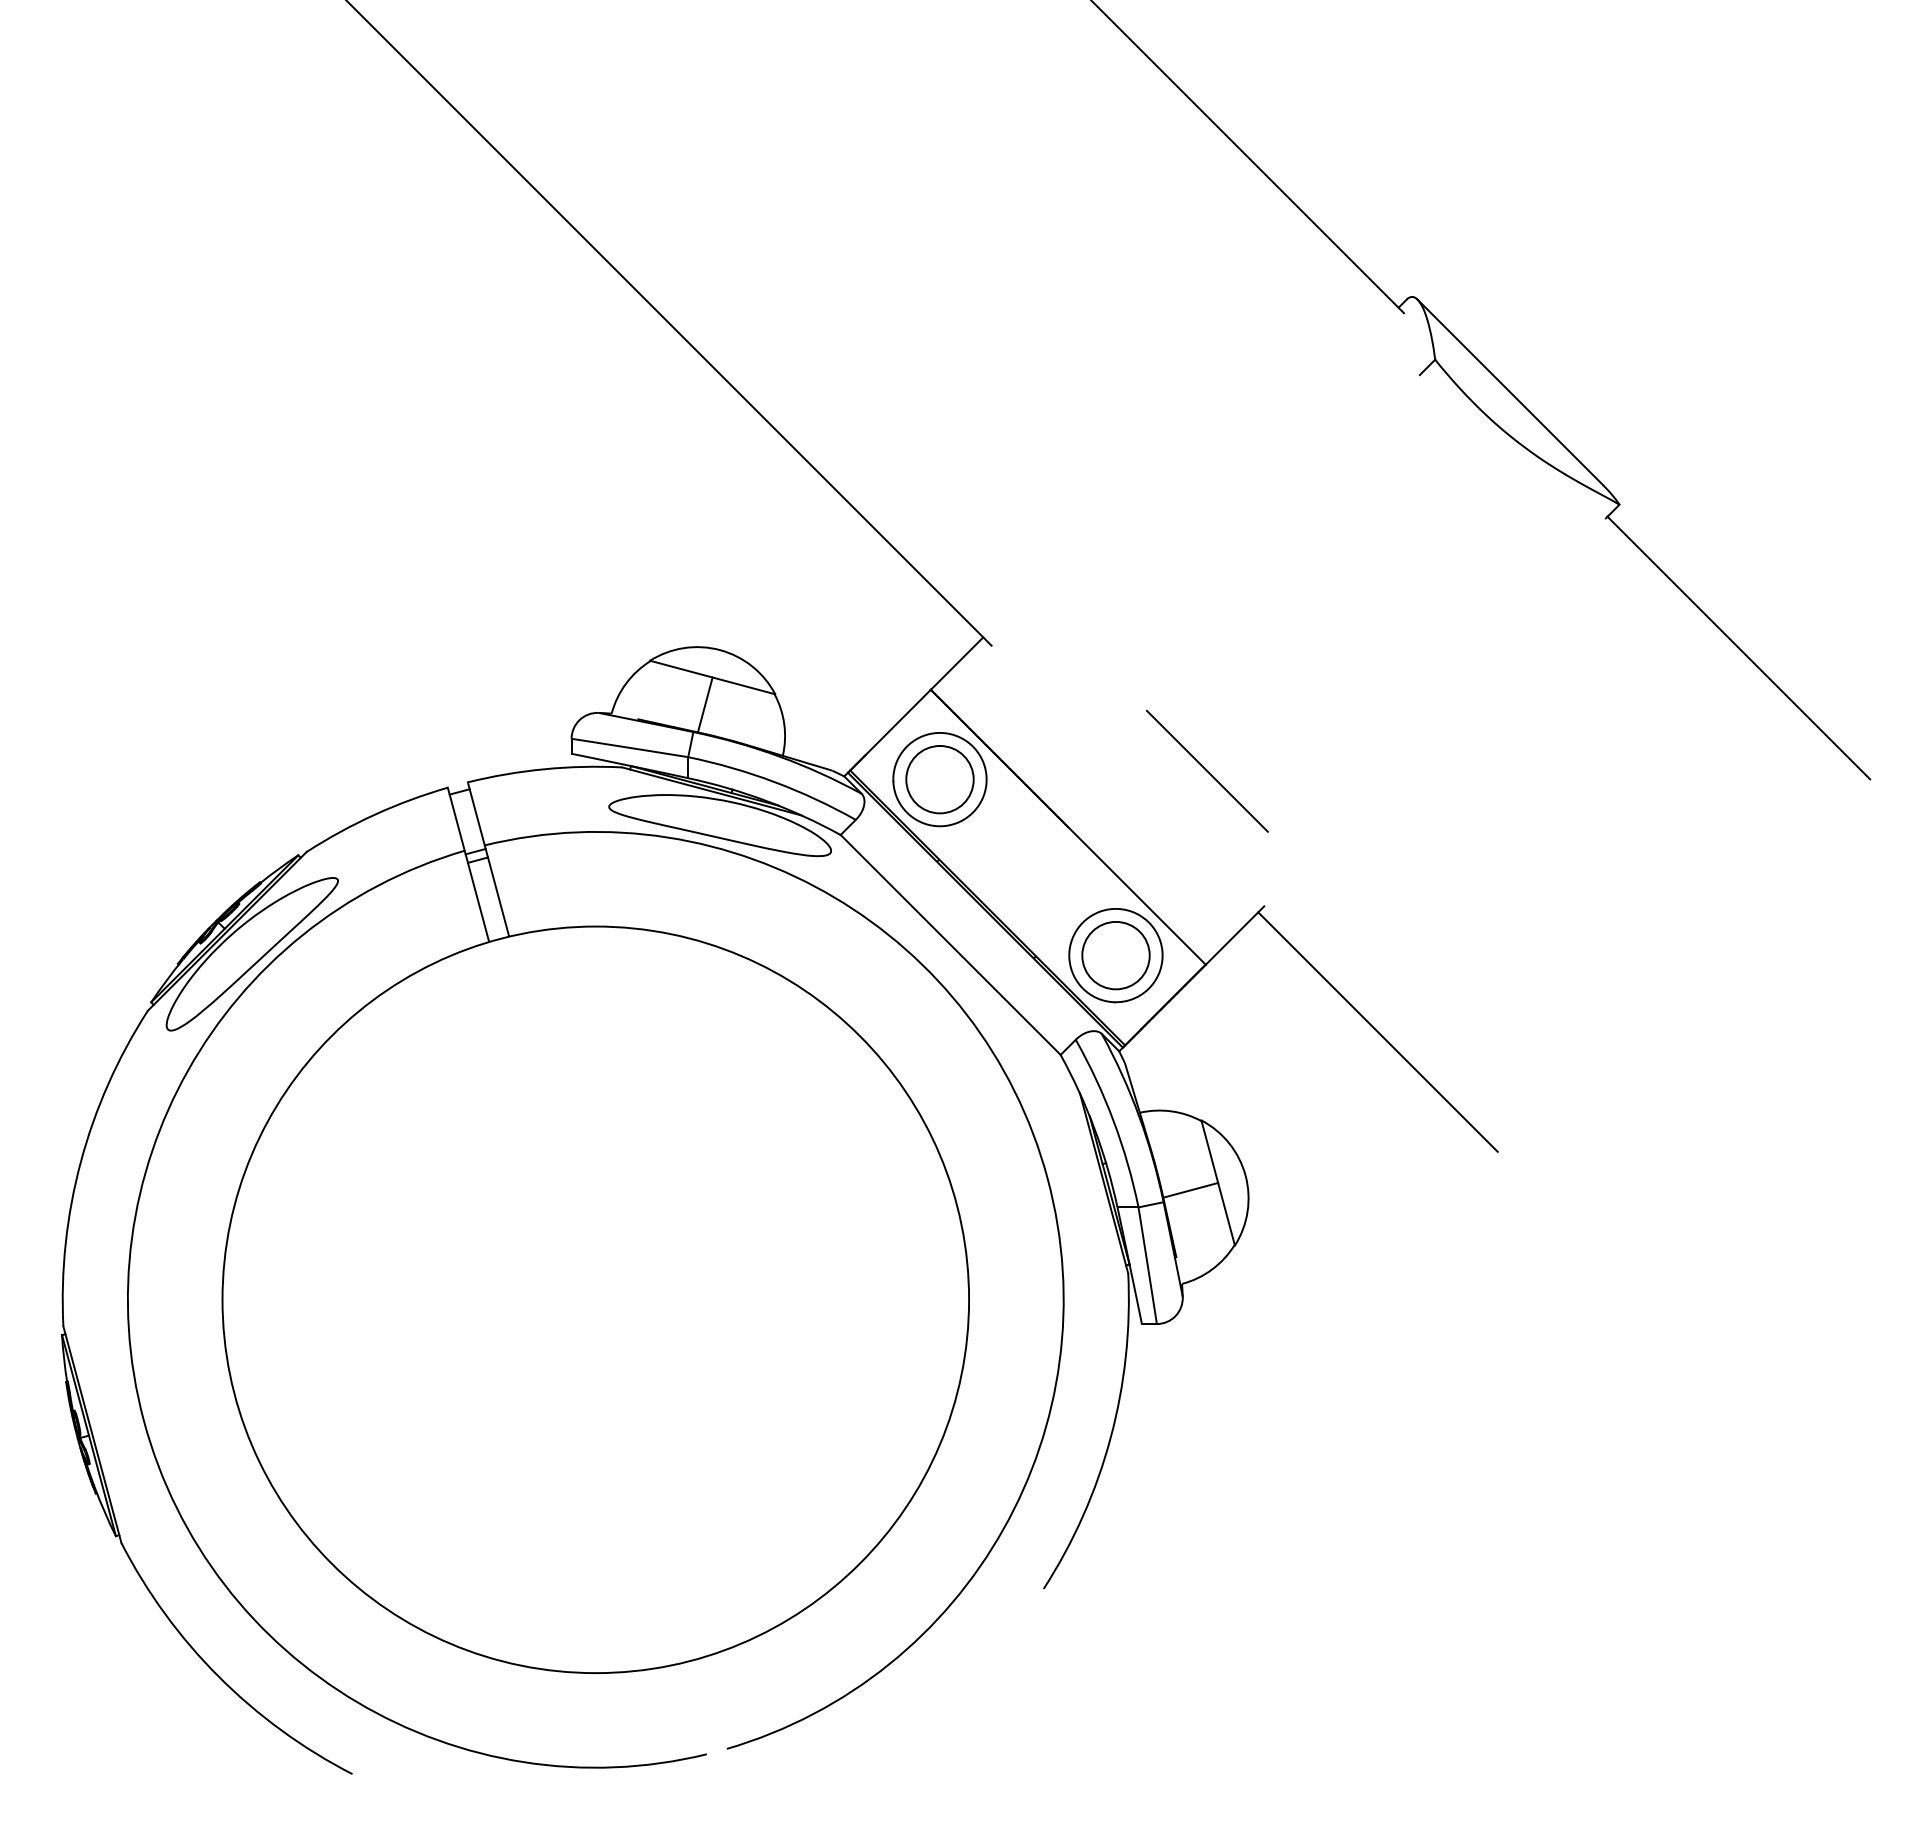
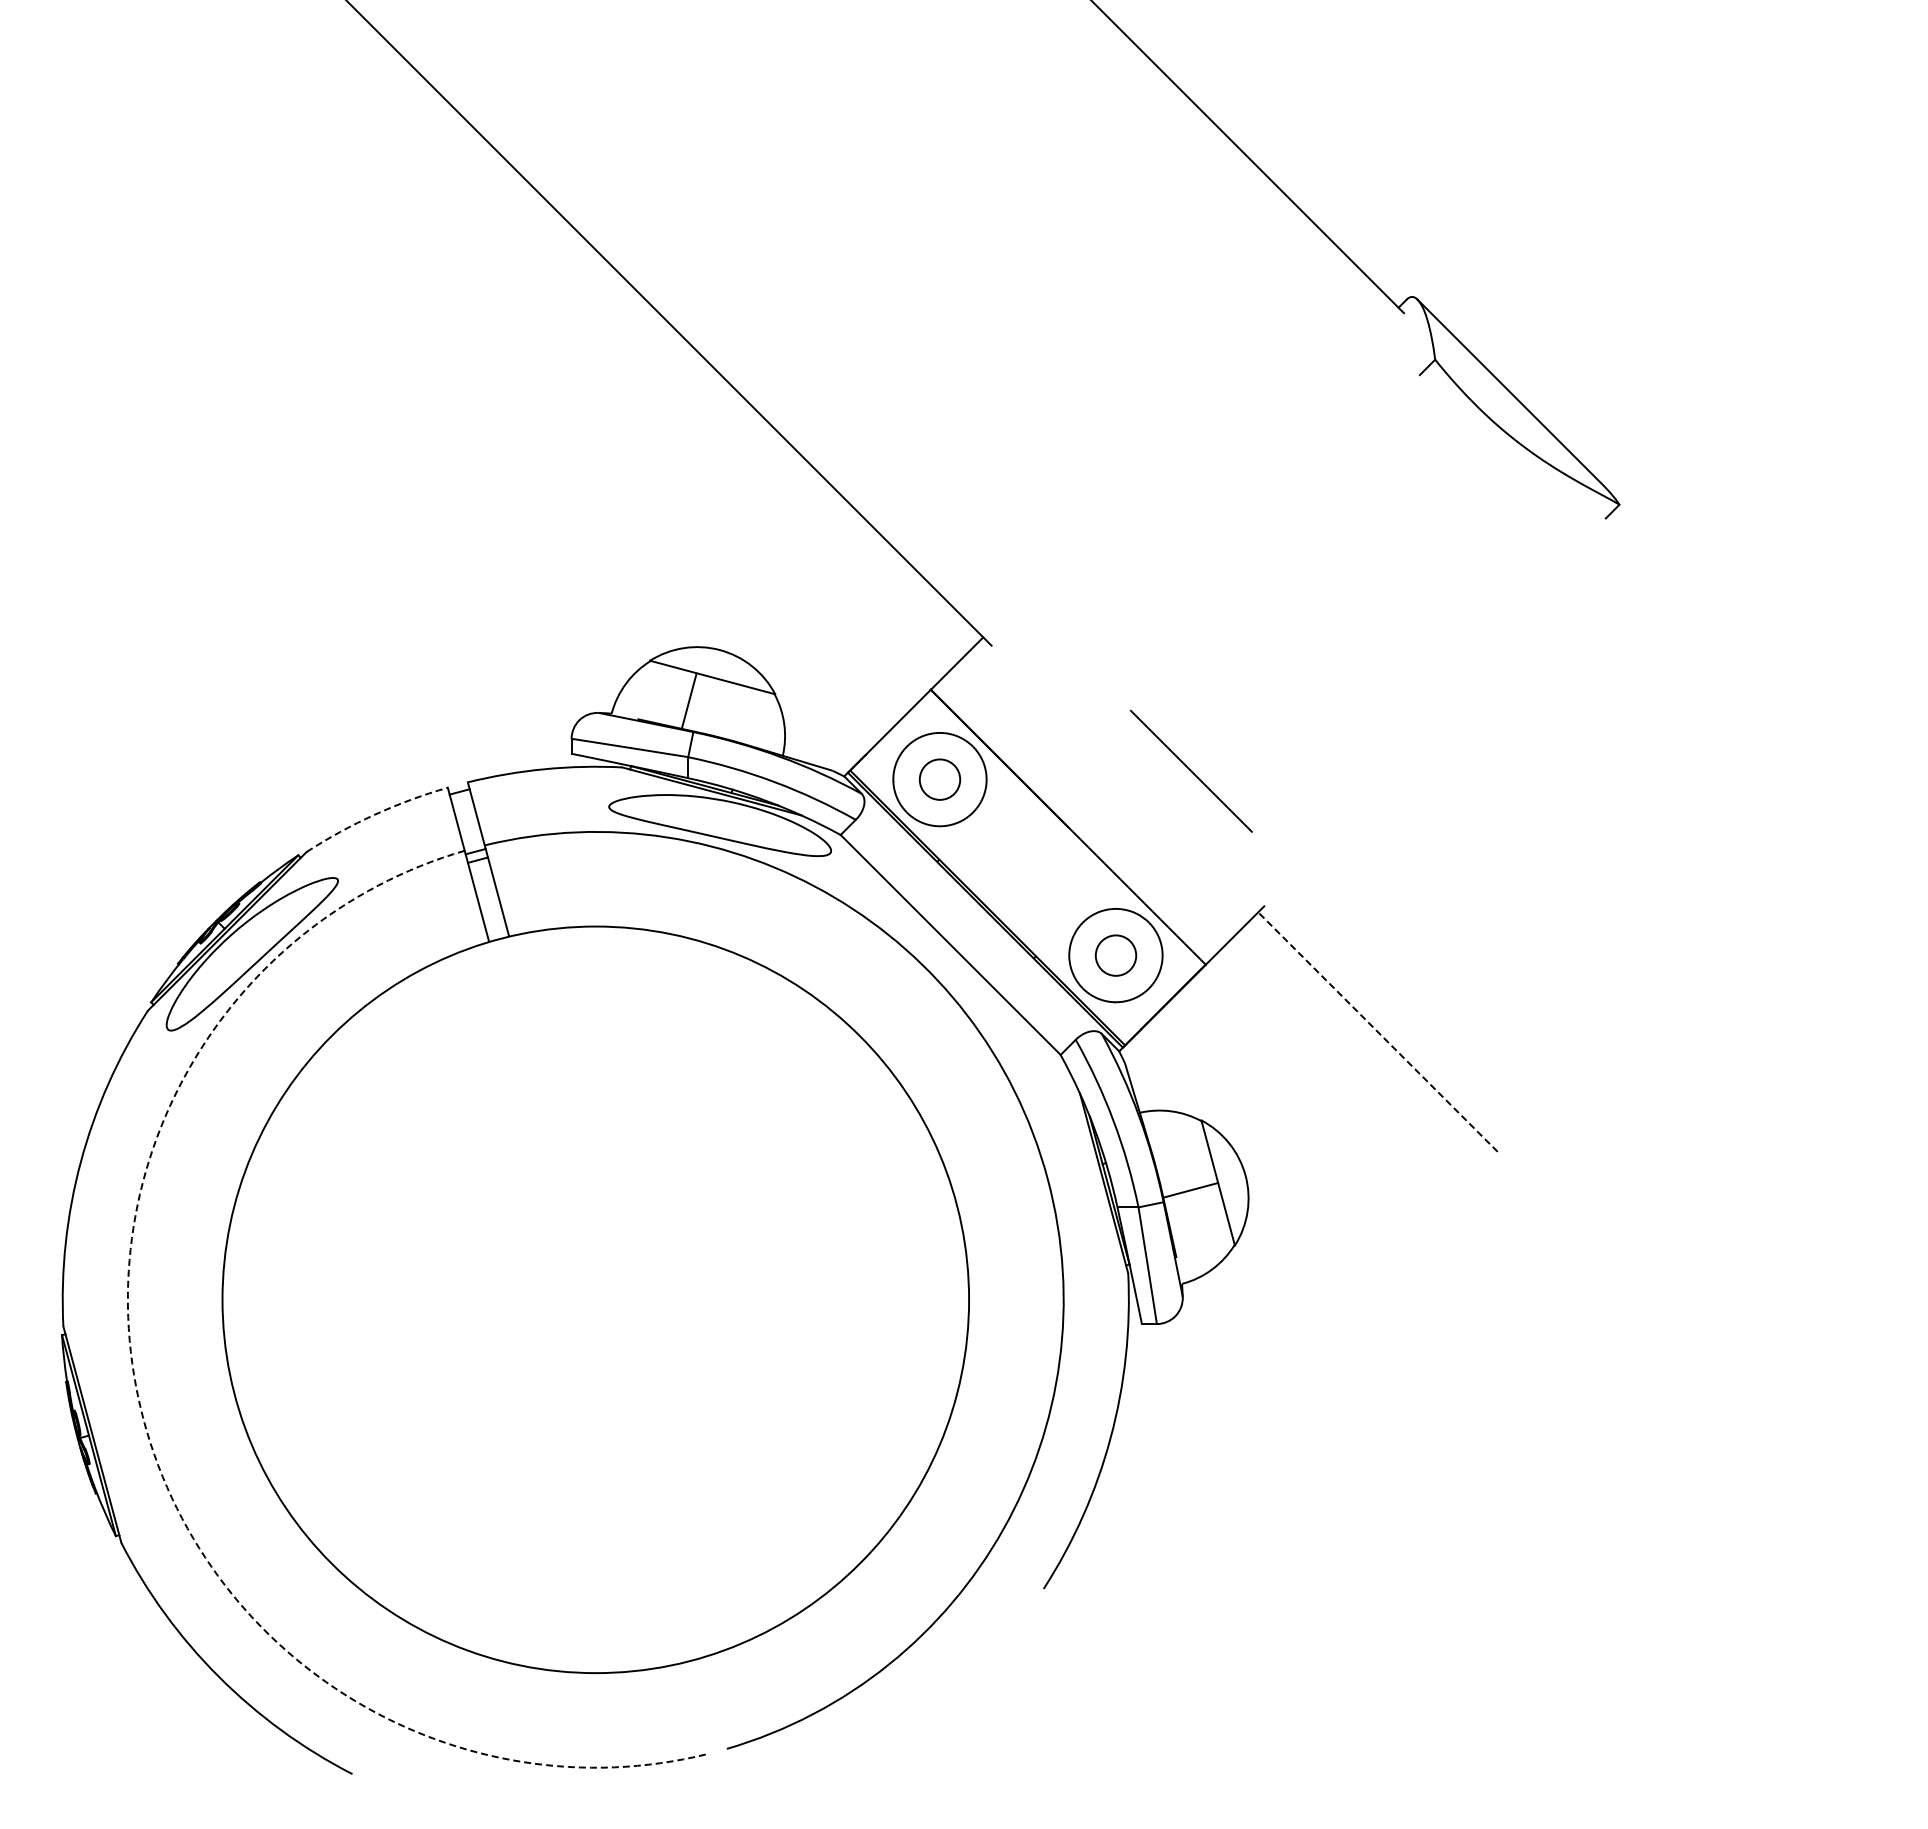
line at (1738, 647): present -> none
line at (704, 704) position: (704, 704) -> (688, 700)
line at (1207, 770) position: (1207, 770) -> (1191, 770)
circle at (939, 779) diameter: 67 px -> 40 px
arc at (374, 814): solid -> dashed
circle at (1115, 955) diameter: 67 px -> 40 px
line at (1377, 1031): solid -> dashed
arc at (143, 1420): solid -> dashed
